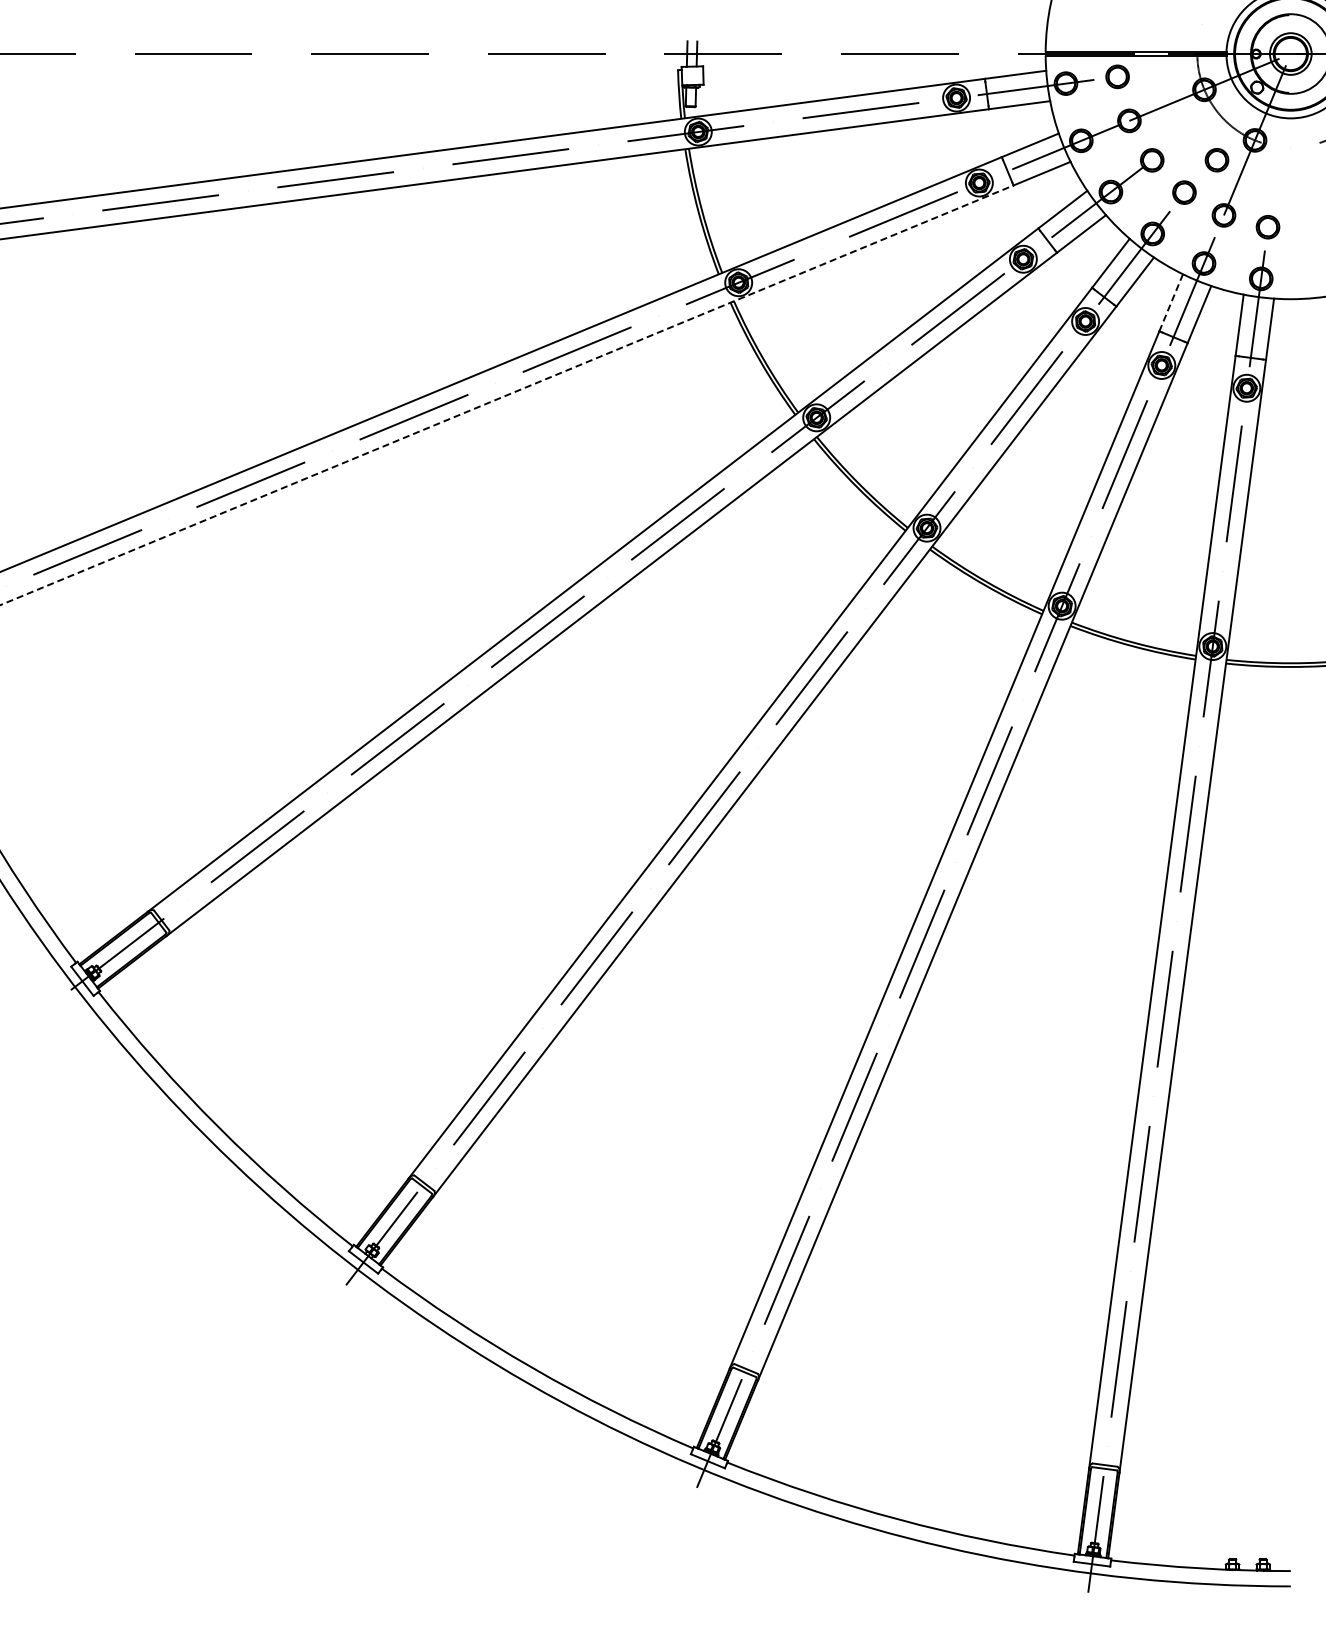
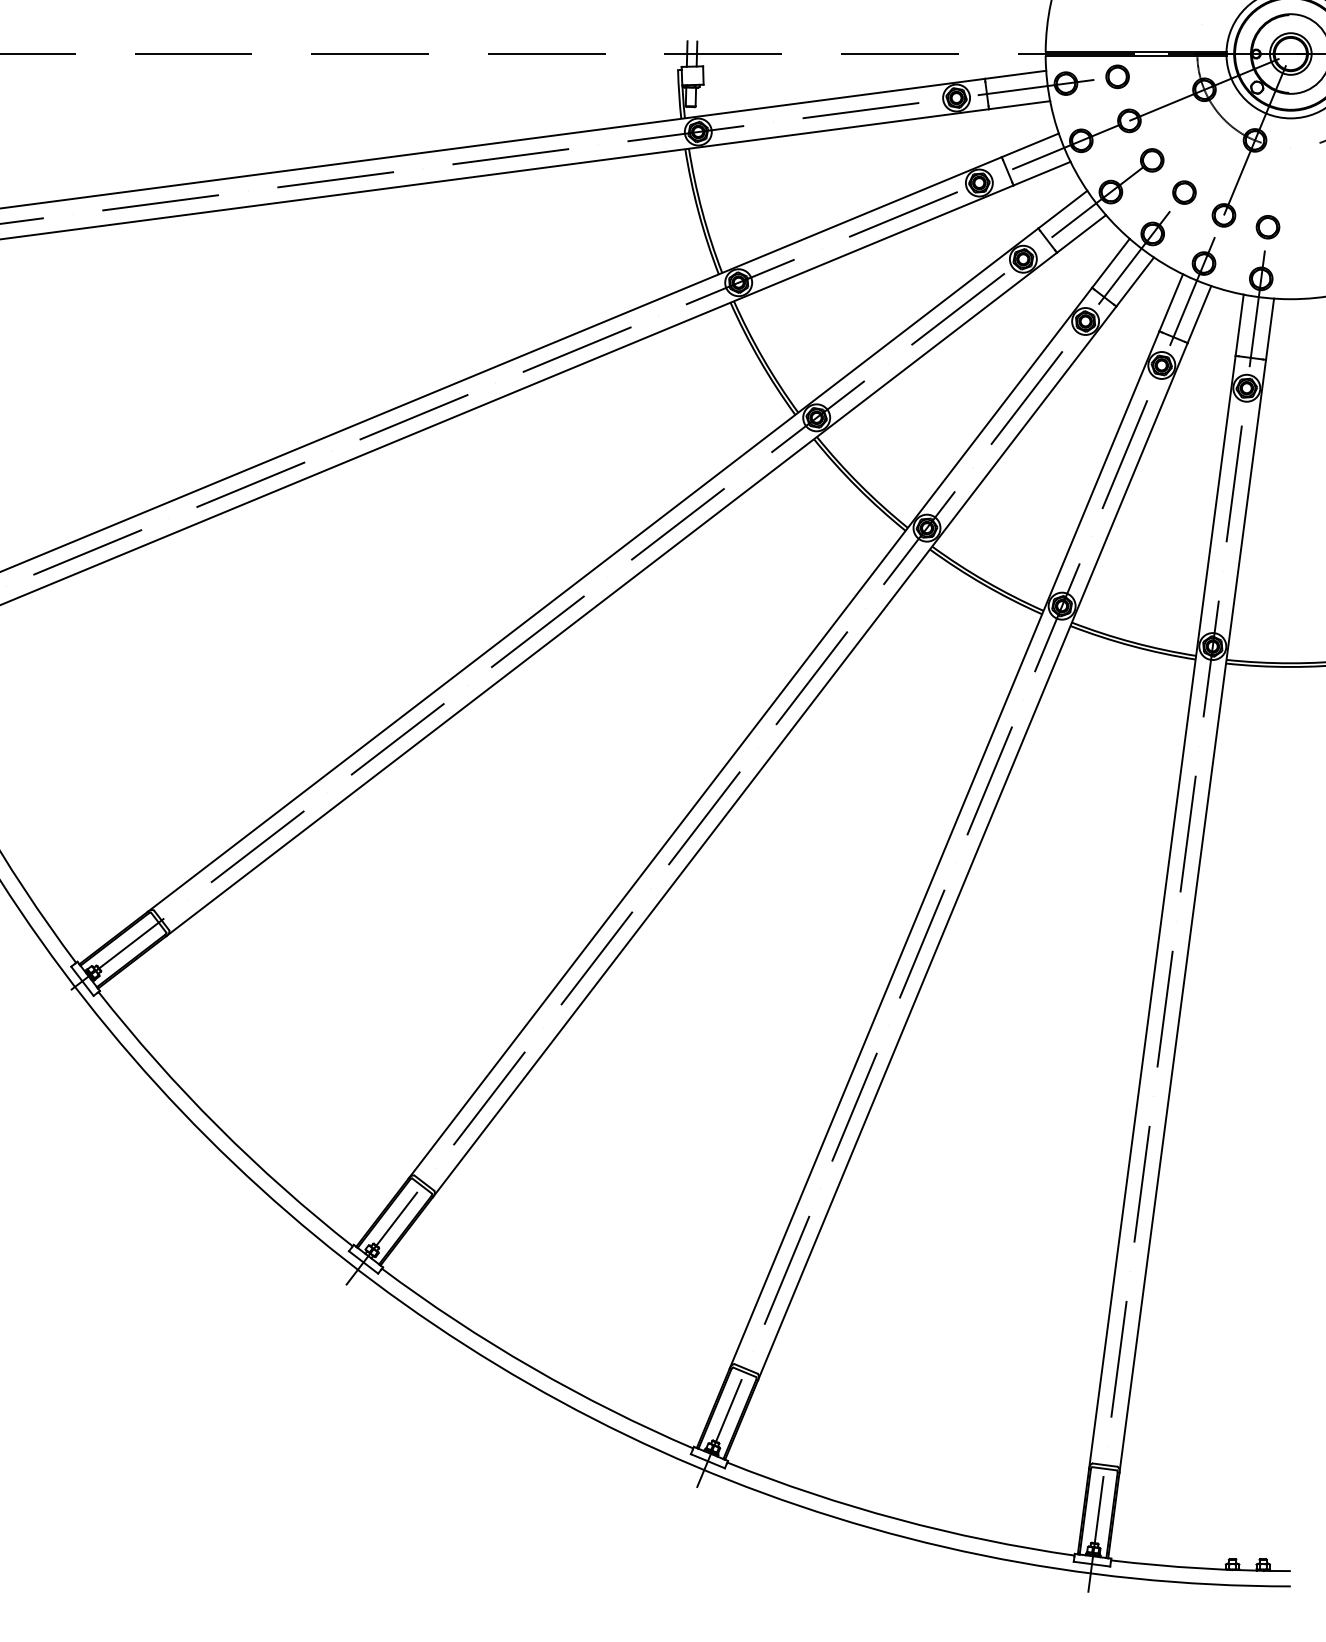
part at (1216, 160): present -> none
line at (1171, 302): dashed -> solid
line at (507, 395): dashed -> solid
